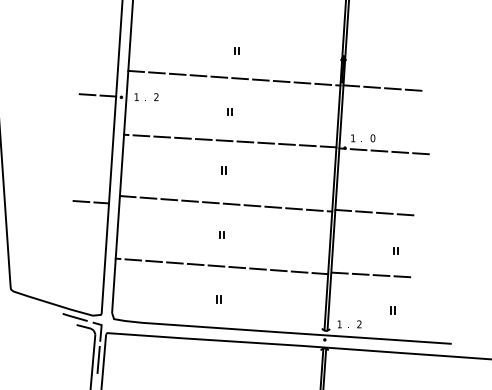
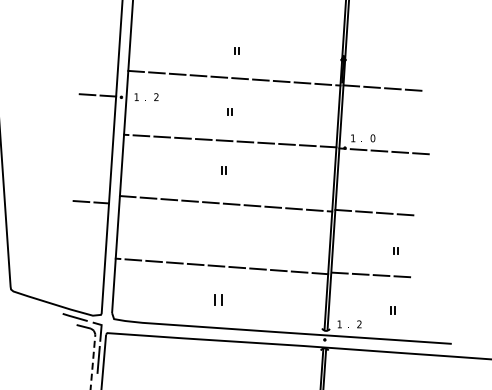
part at (221, 234): present -> none
part at (218, 299) size: 6x9 px -> 9x12 px
line at (92, 362): solid -> dashed
